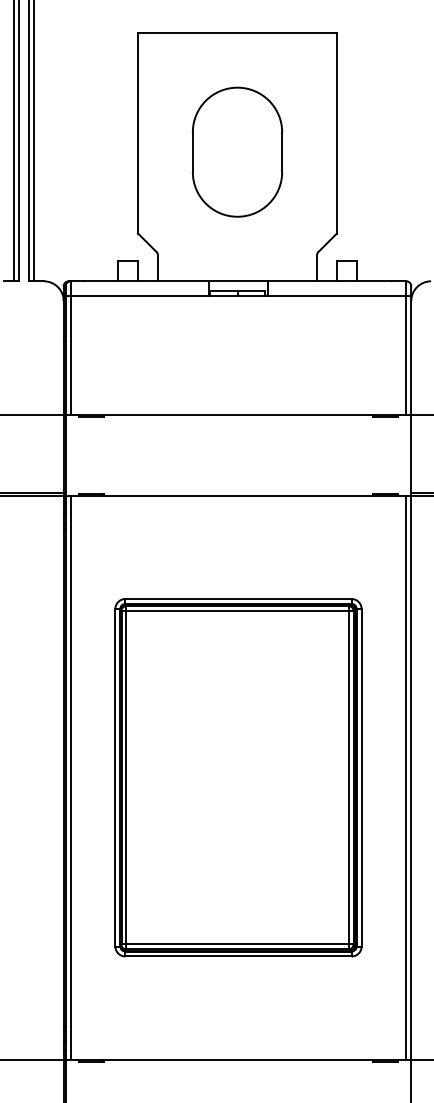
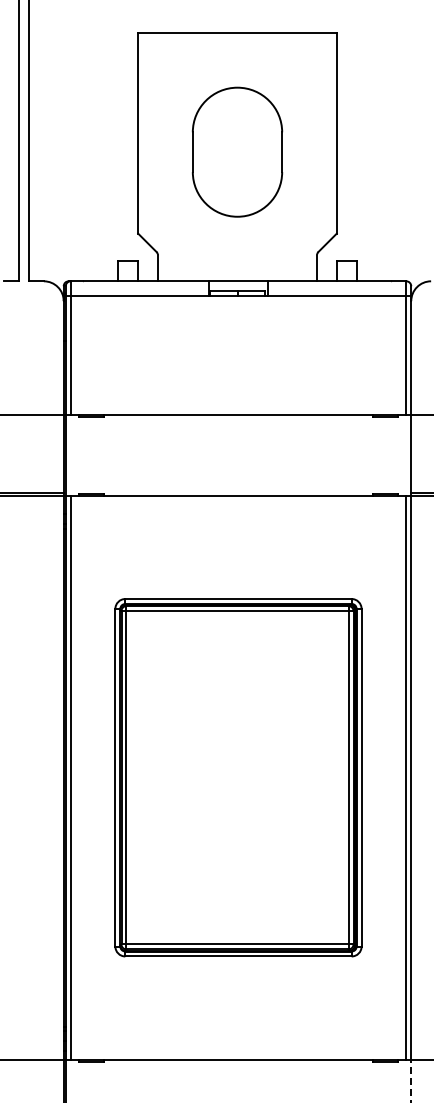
line at (14, 141): present -> none
line at (33, 141): present -> none
line at (411, 1080): solid -> dashed
